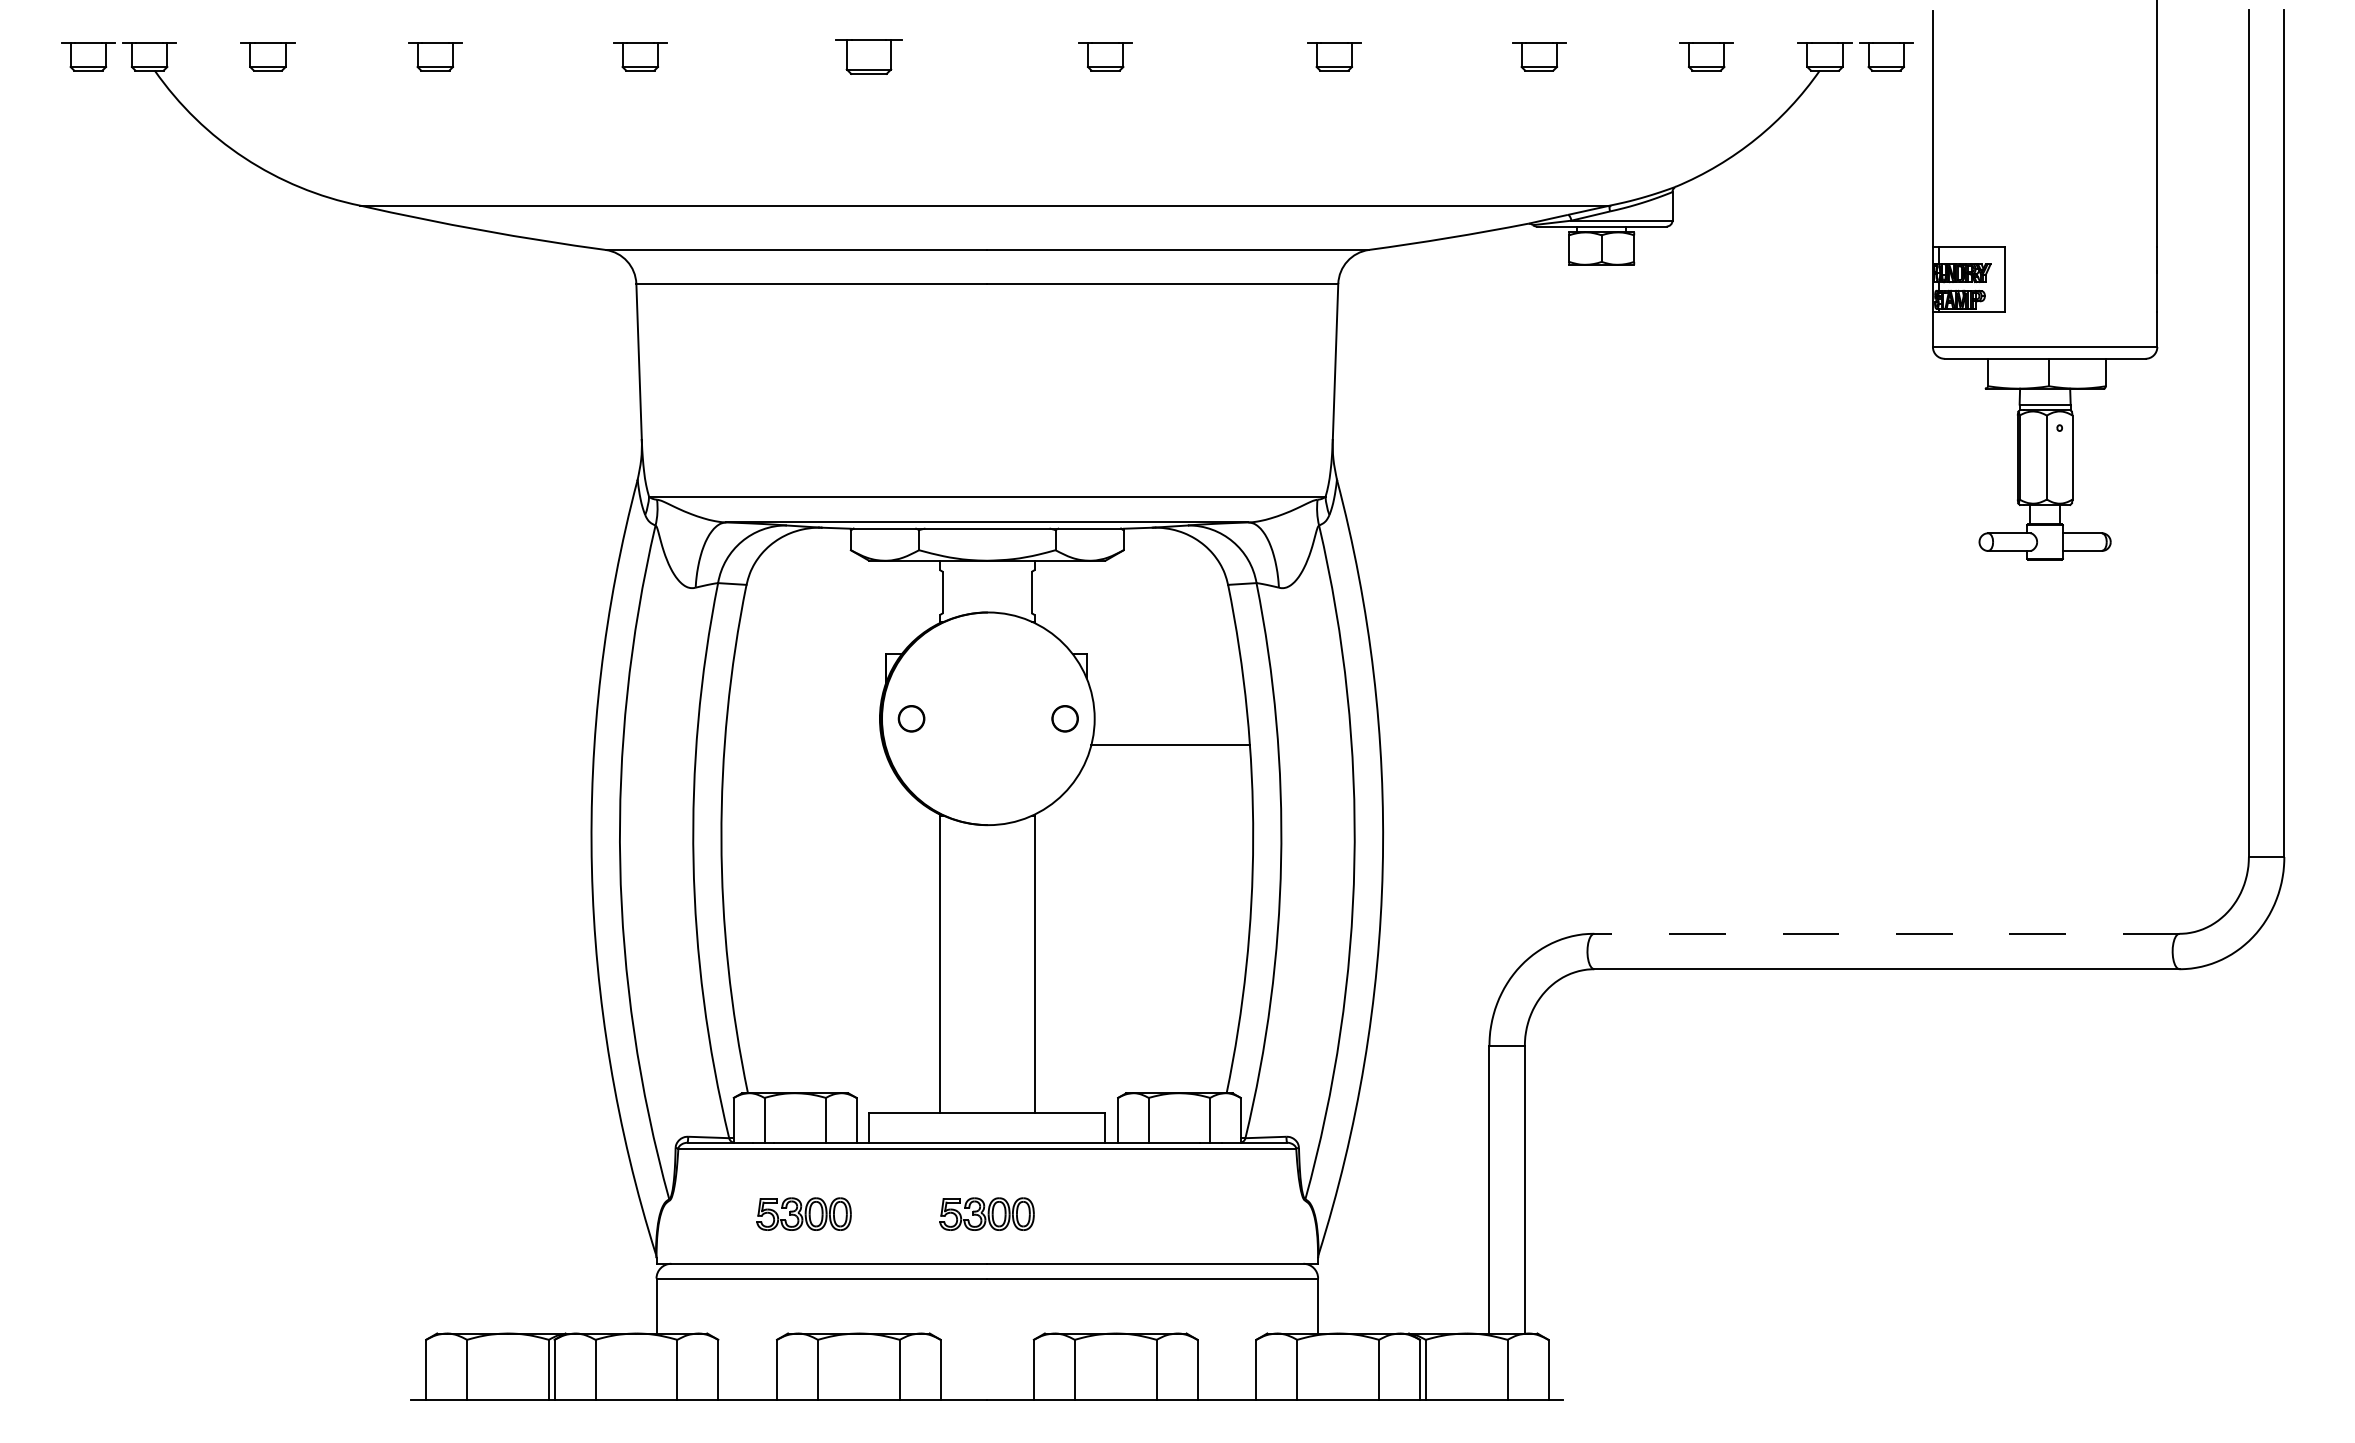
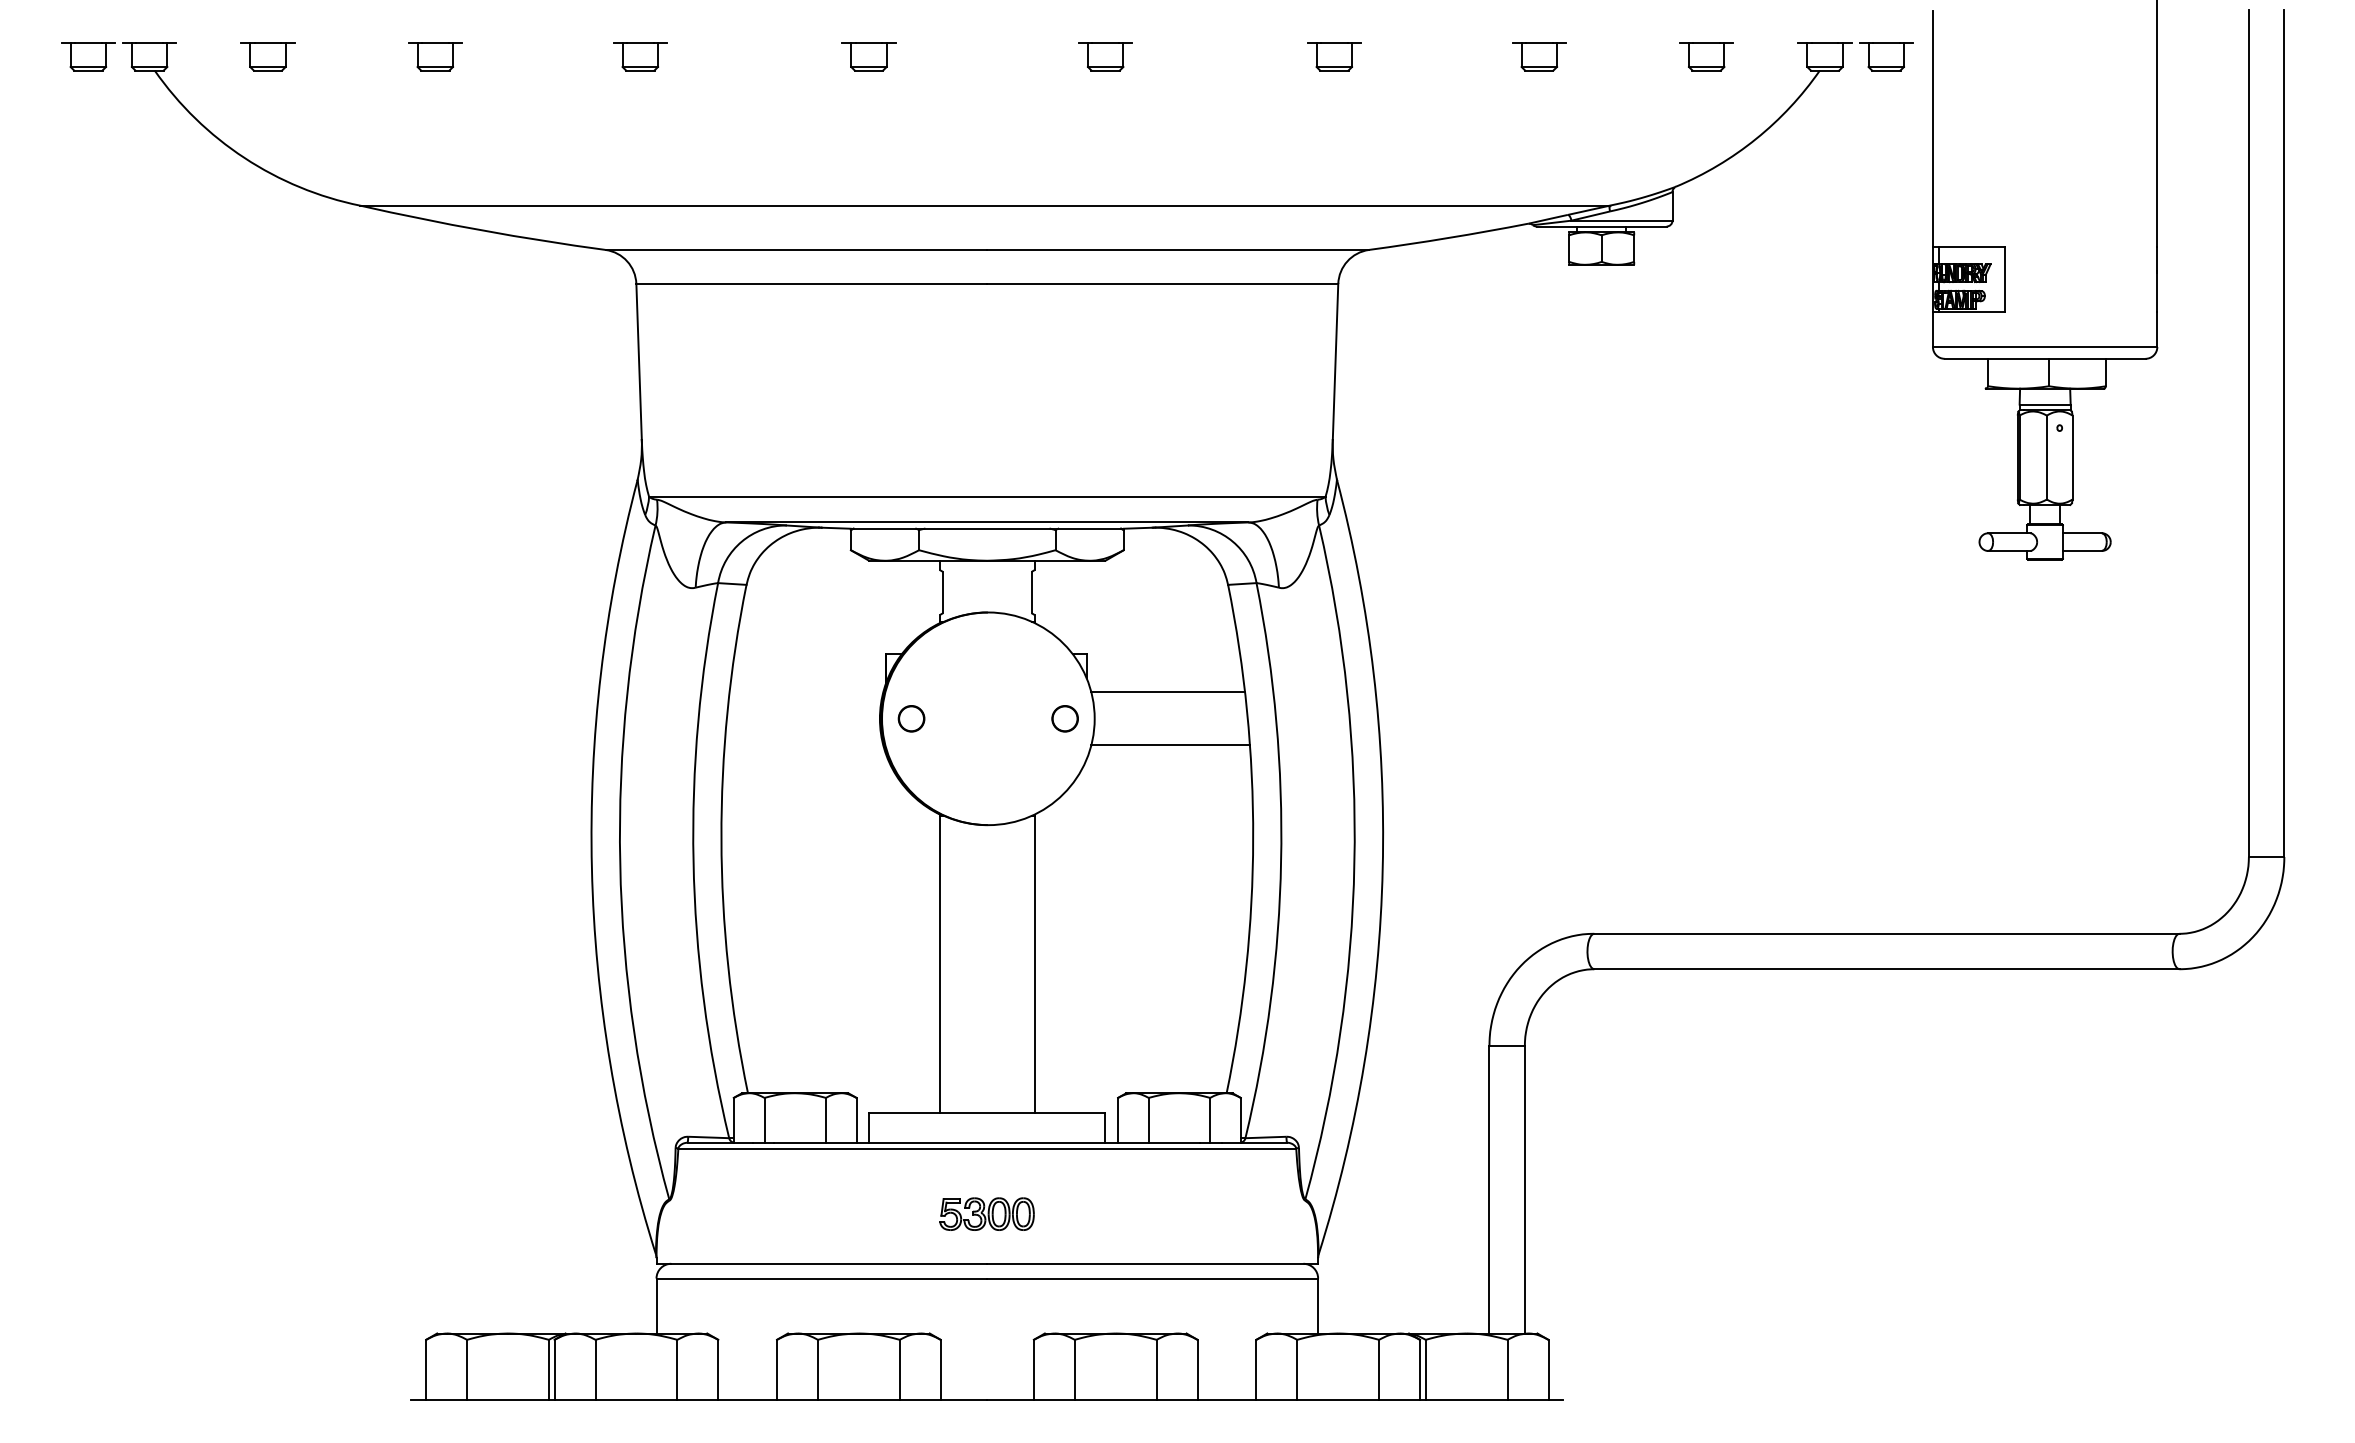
part at (868, 56) size: 68x36 px -> 56x30 px
line at (1168, 692): none -> present
line at (1886, 933): dashed -> solid
part at (803, 1213): present -> none
